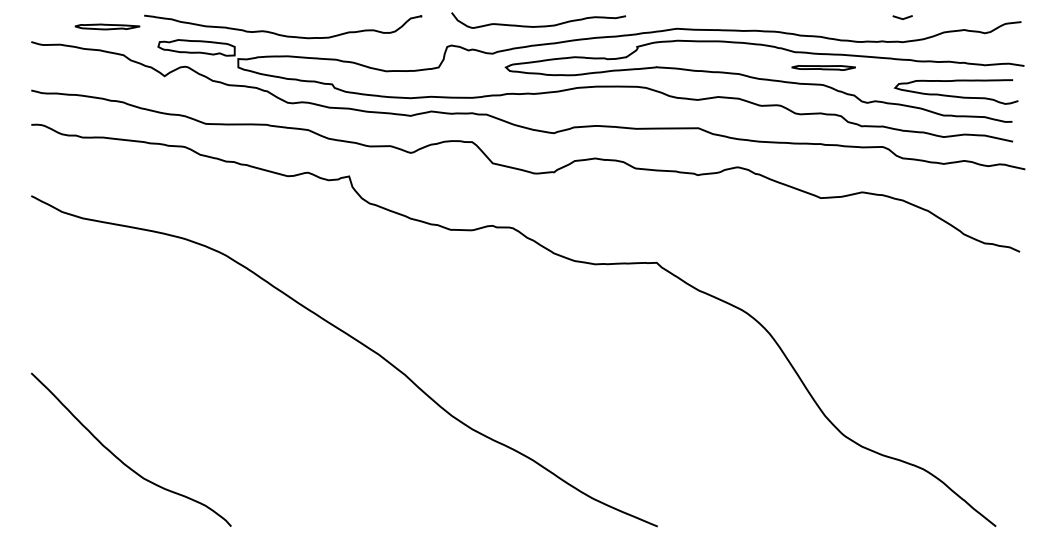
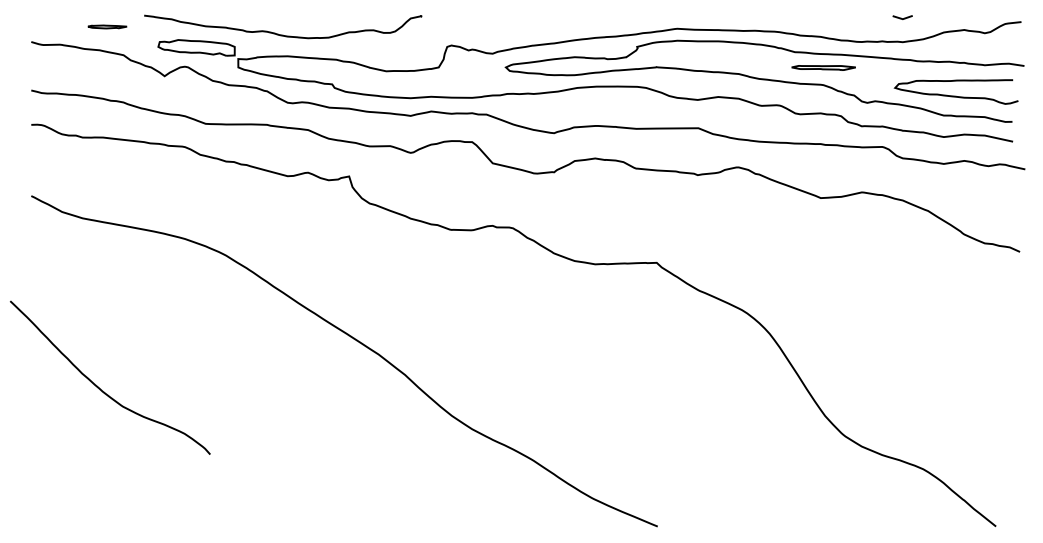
curve at (538, 25): present -> none
part at (107, 26) size: 67x8 px -> 41x6 px
curve at (120, 459) position: (120, 459) -> (99, 387)
